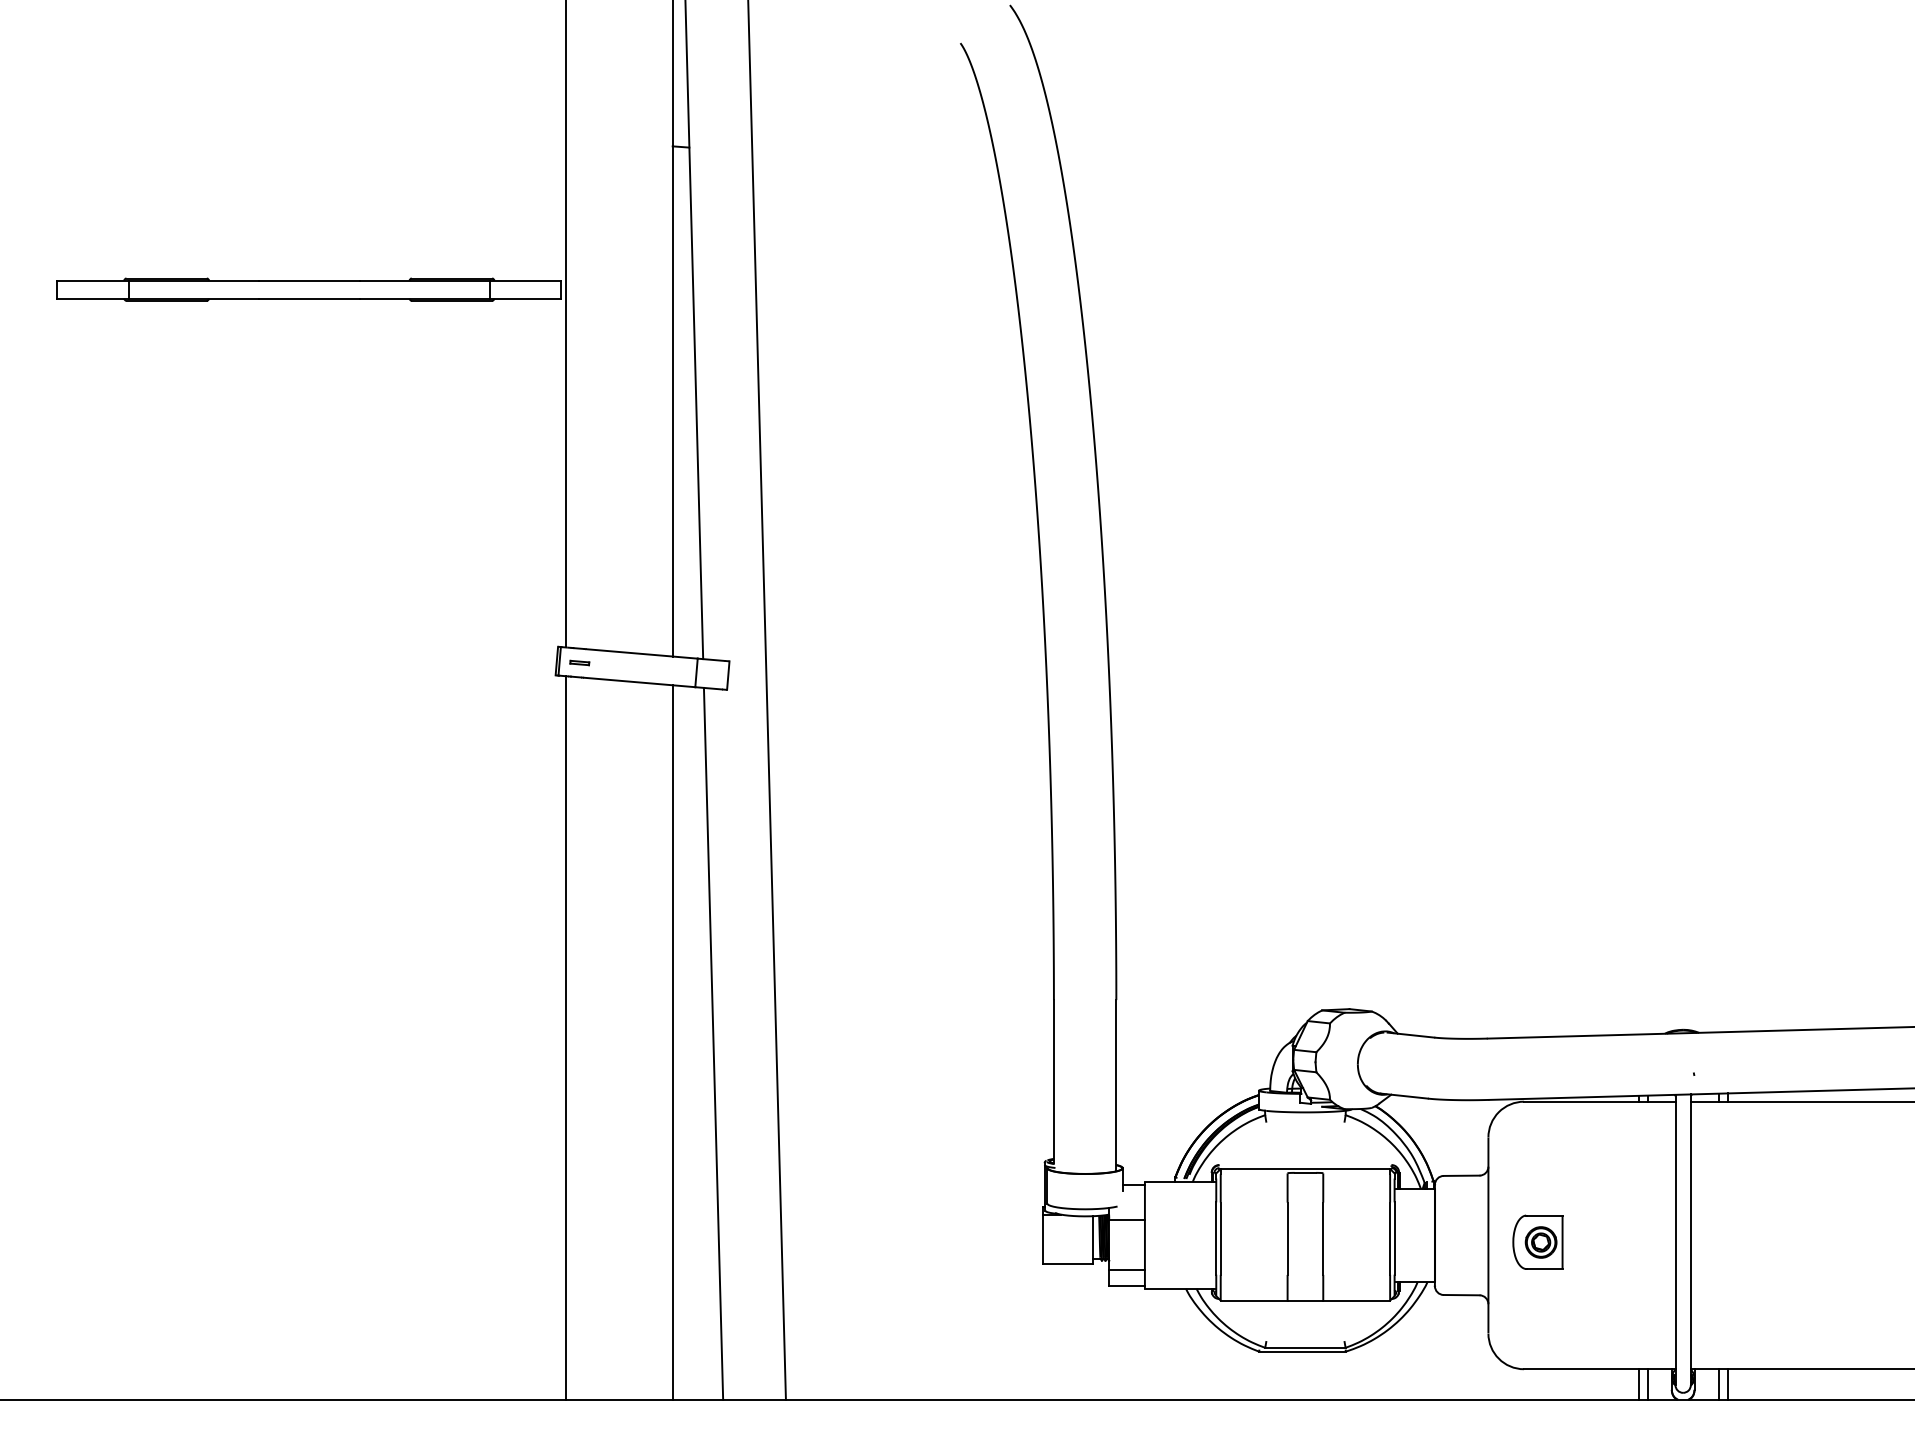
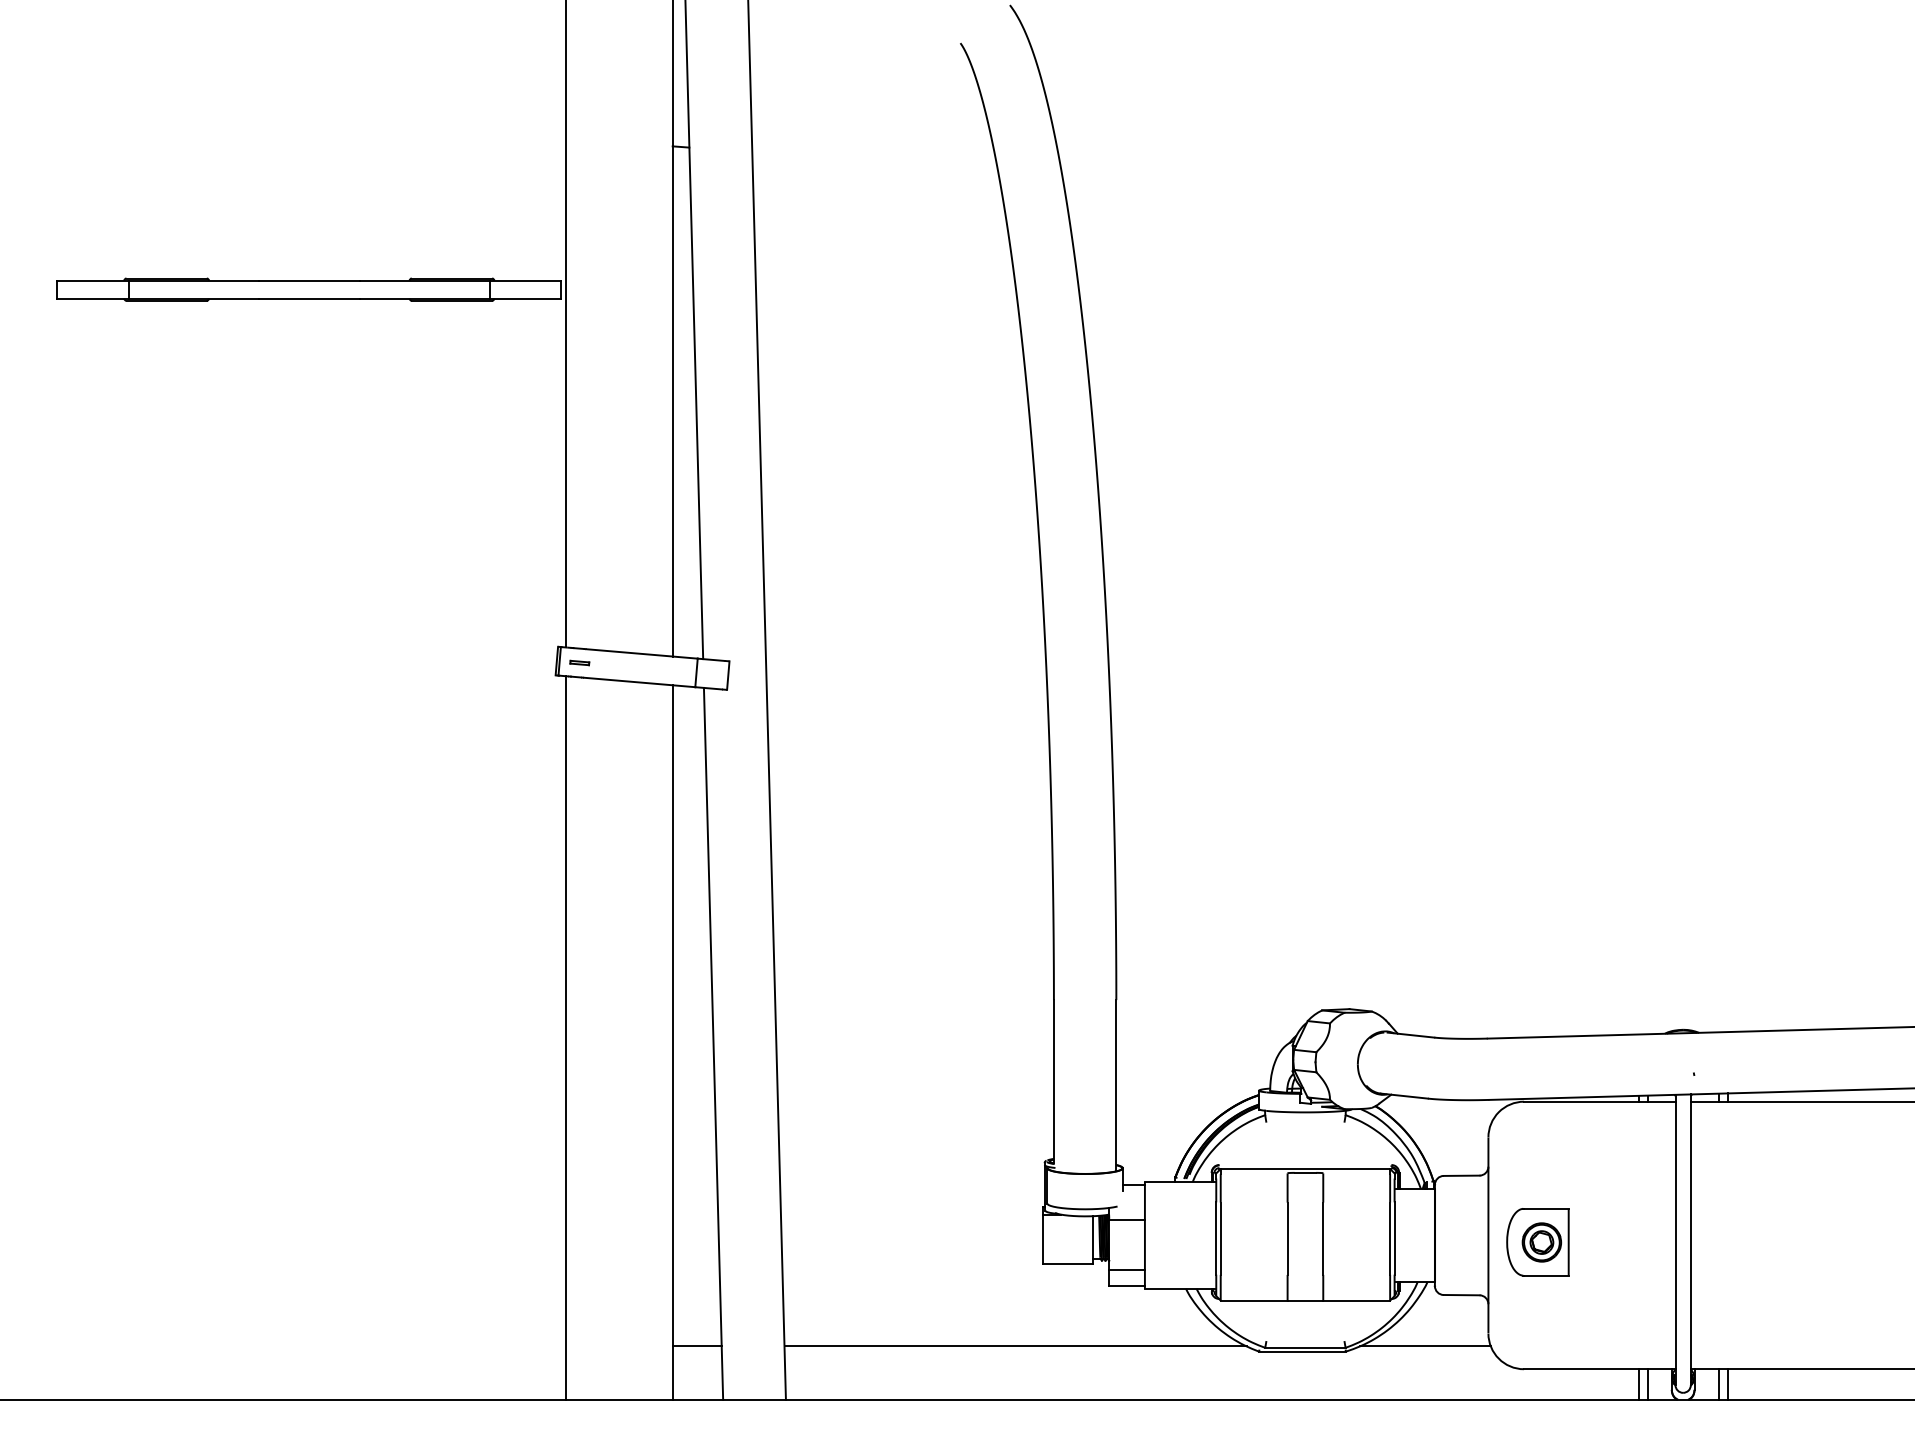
part at (1537, 1241) size: 52x56 px -> 64x69 px
line at (696, 1346): none -> present
line at (1015, 1346): none -> present
line at (1425, 1346): none -> present
